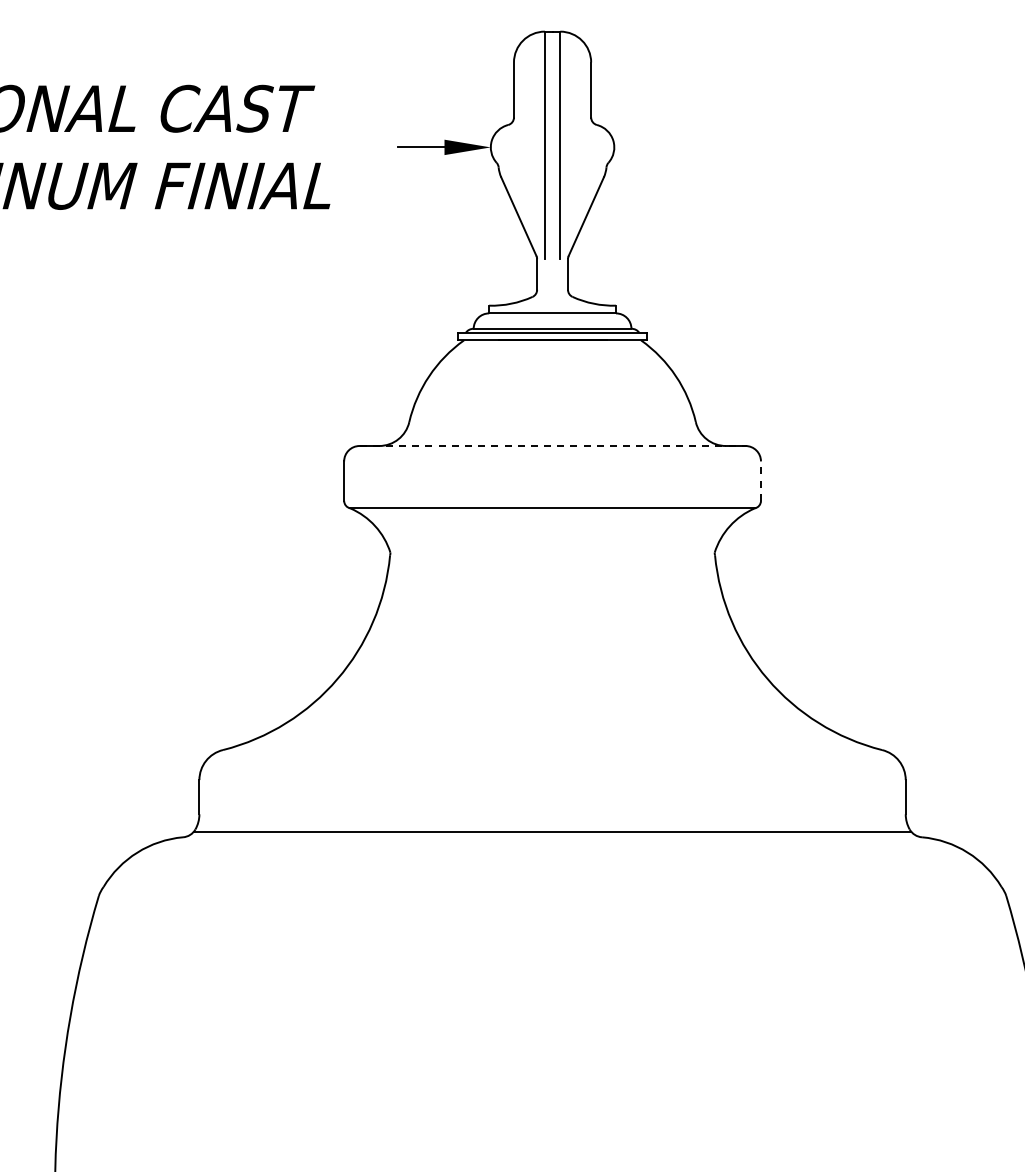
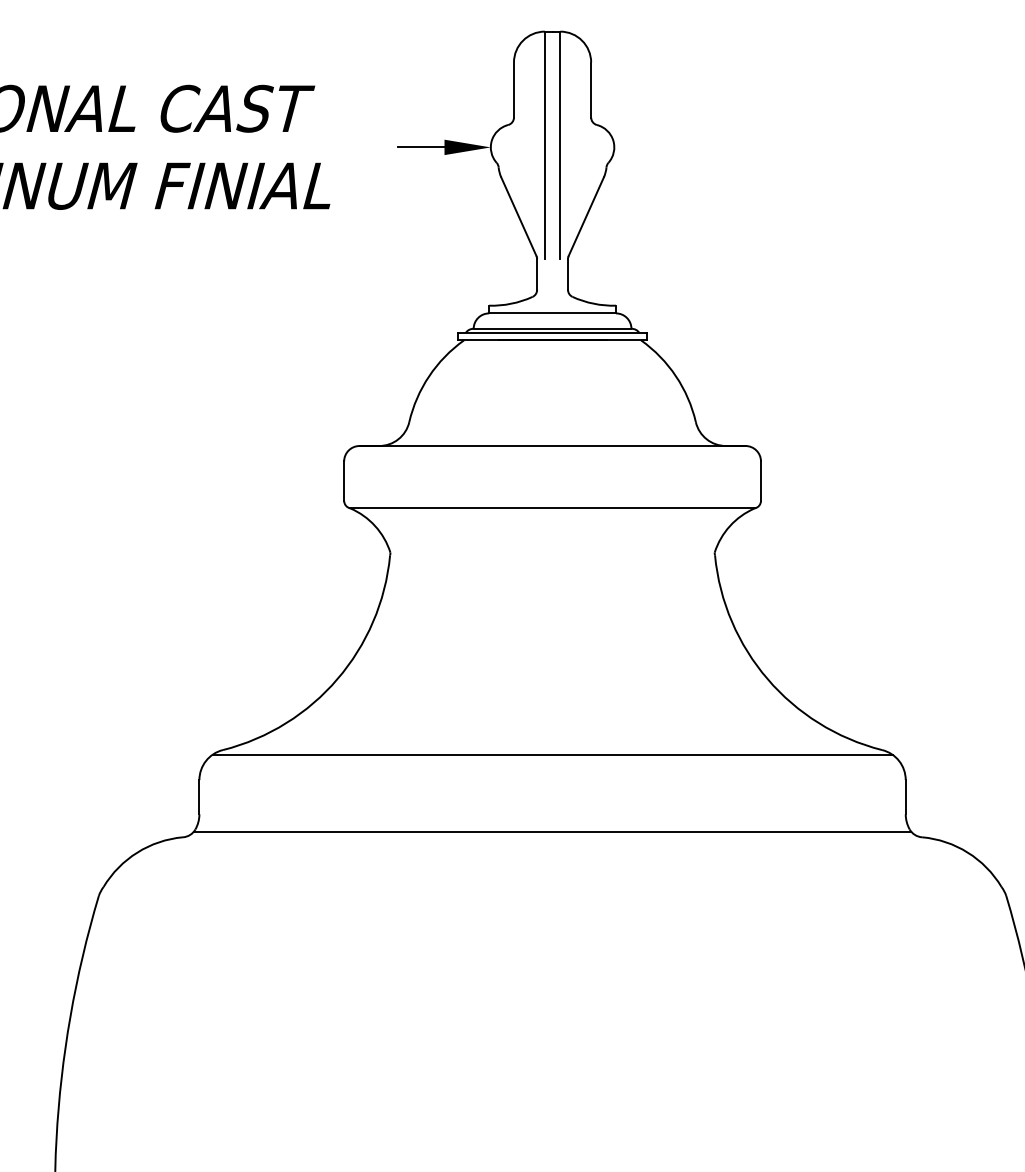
line at (552, 446): dashed -> solid
line at (761, 481): dashed -> solid
line at (552, 754): none -> present
